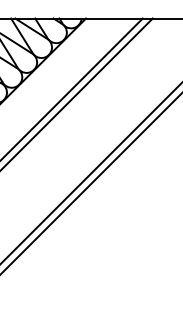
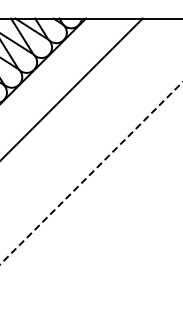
line at (77, 93): present -> none
line at (91, 173): solid -> dashed
line at (90, 183): present -> none
